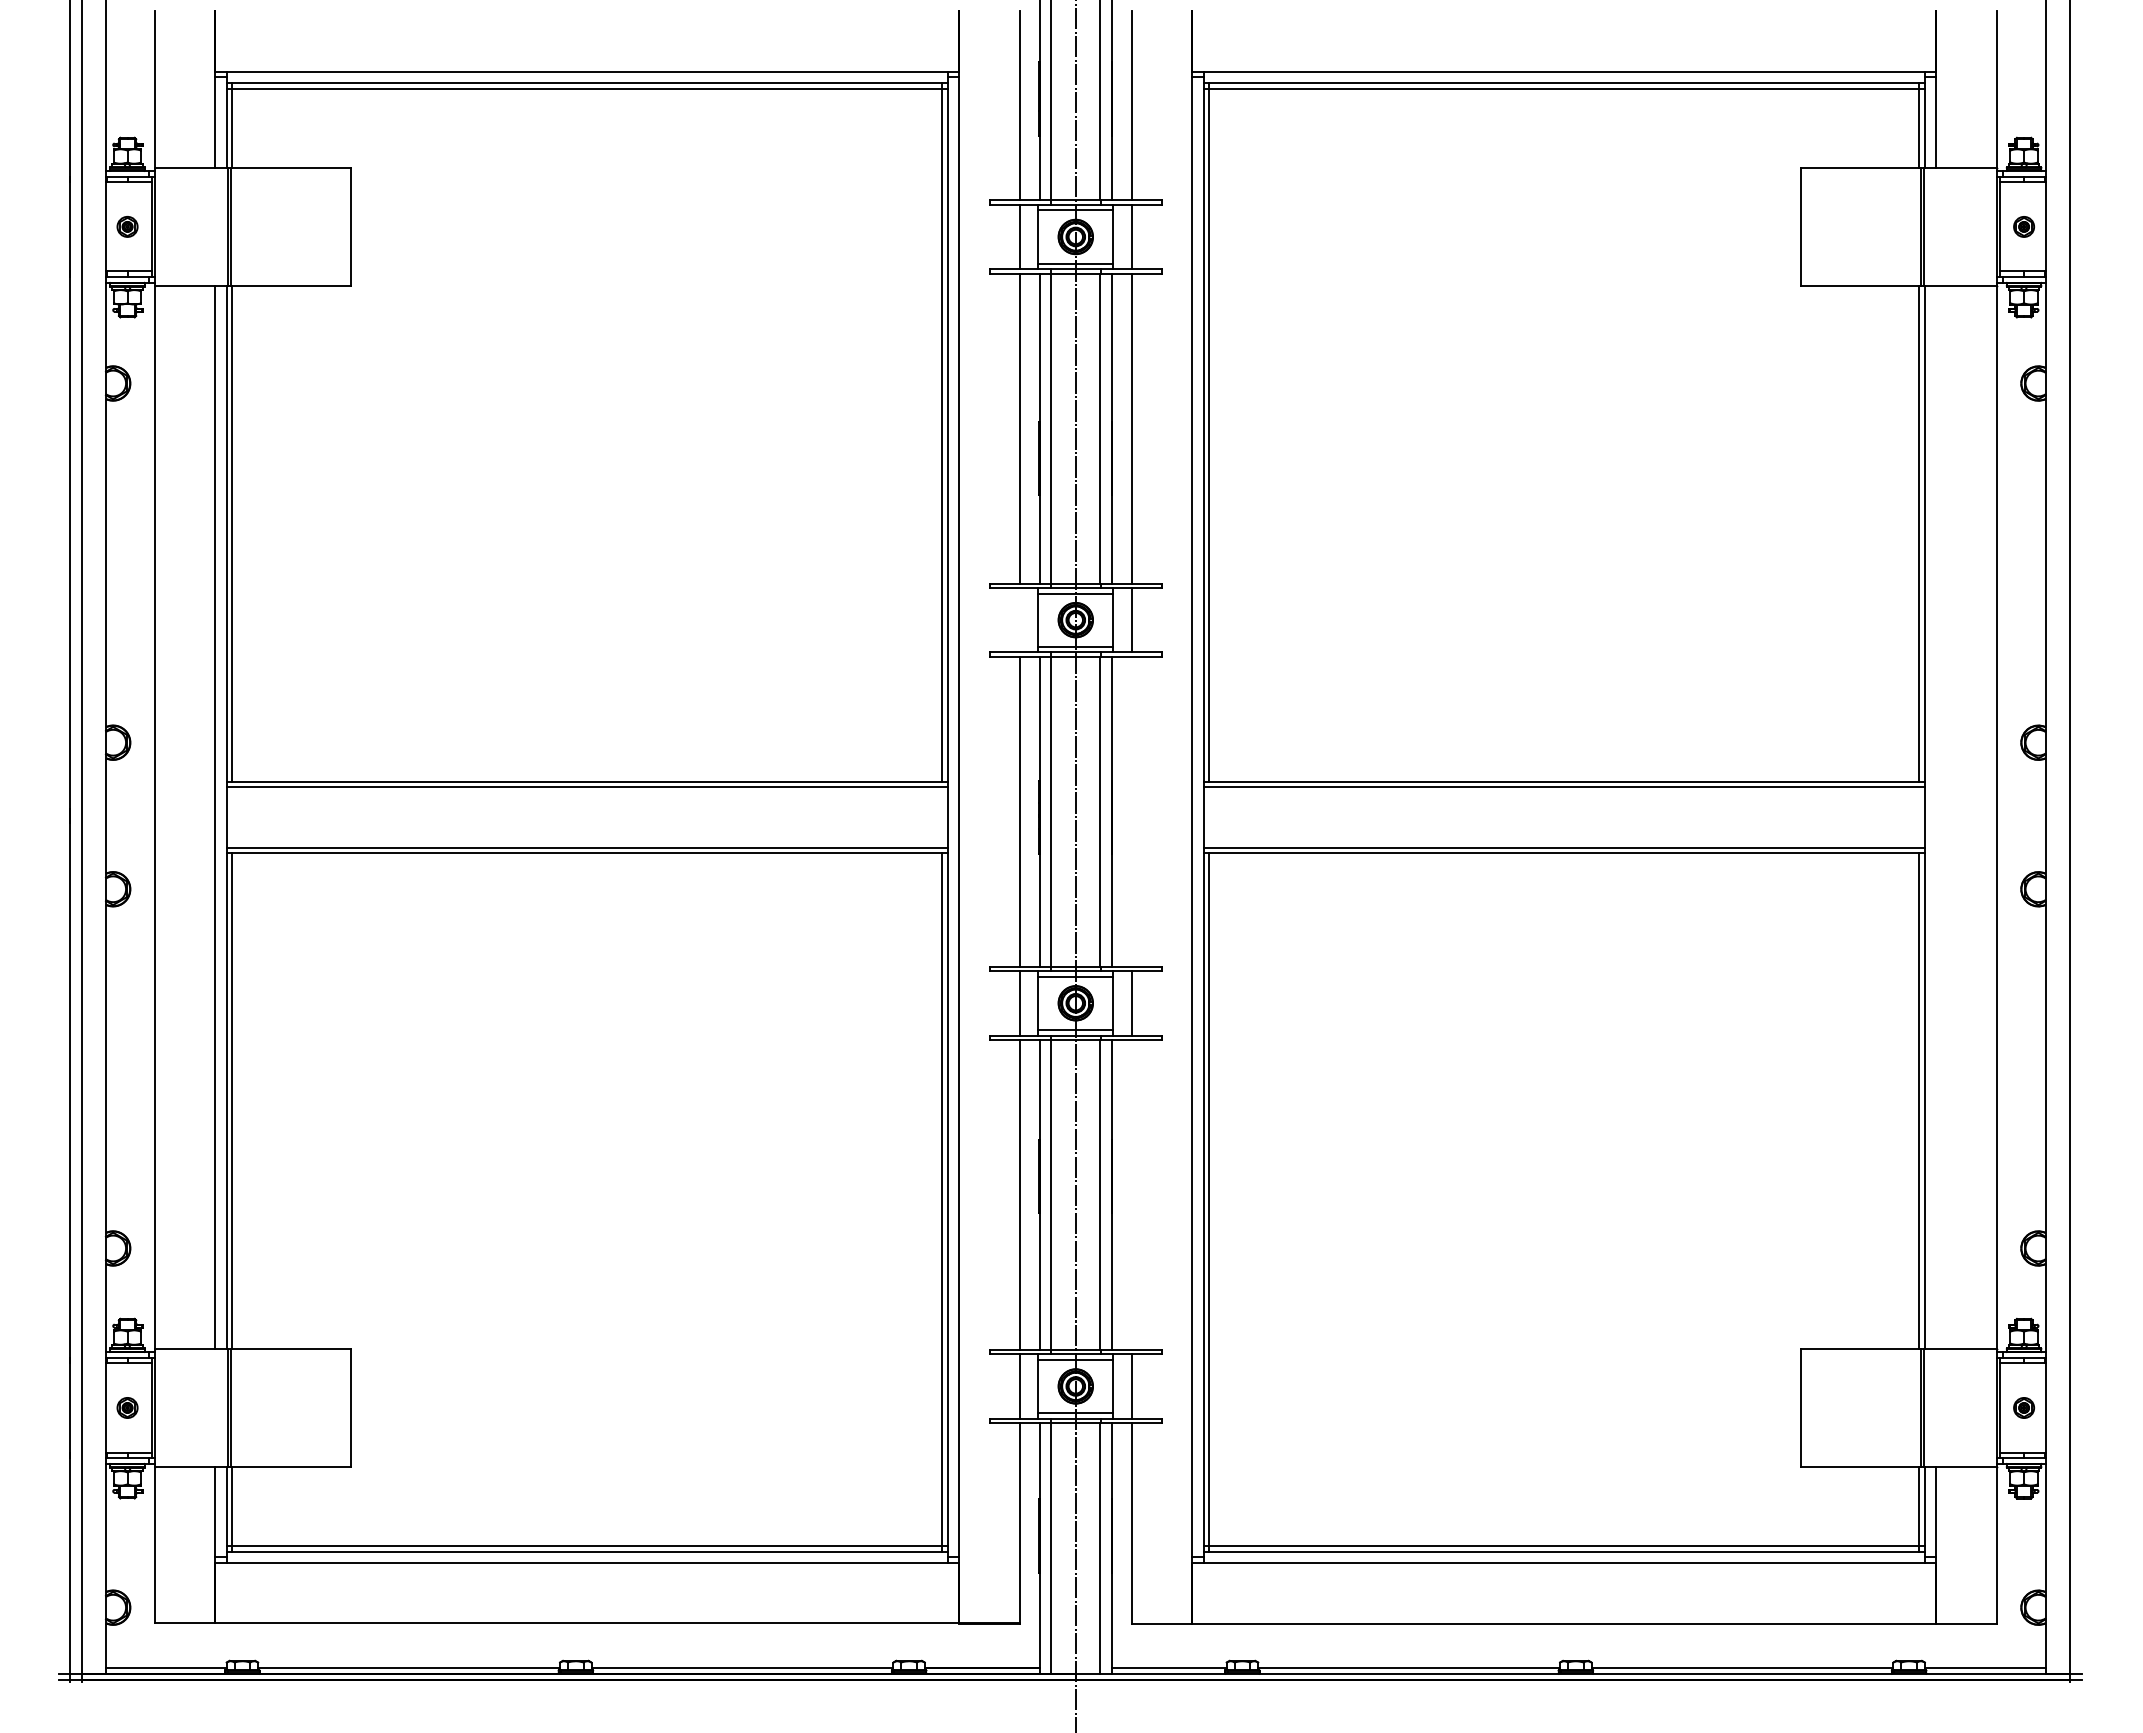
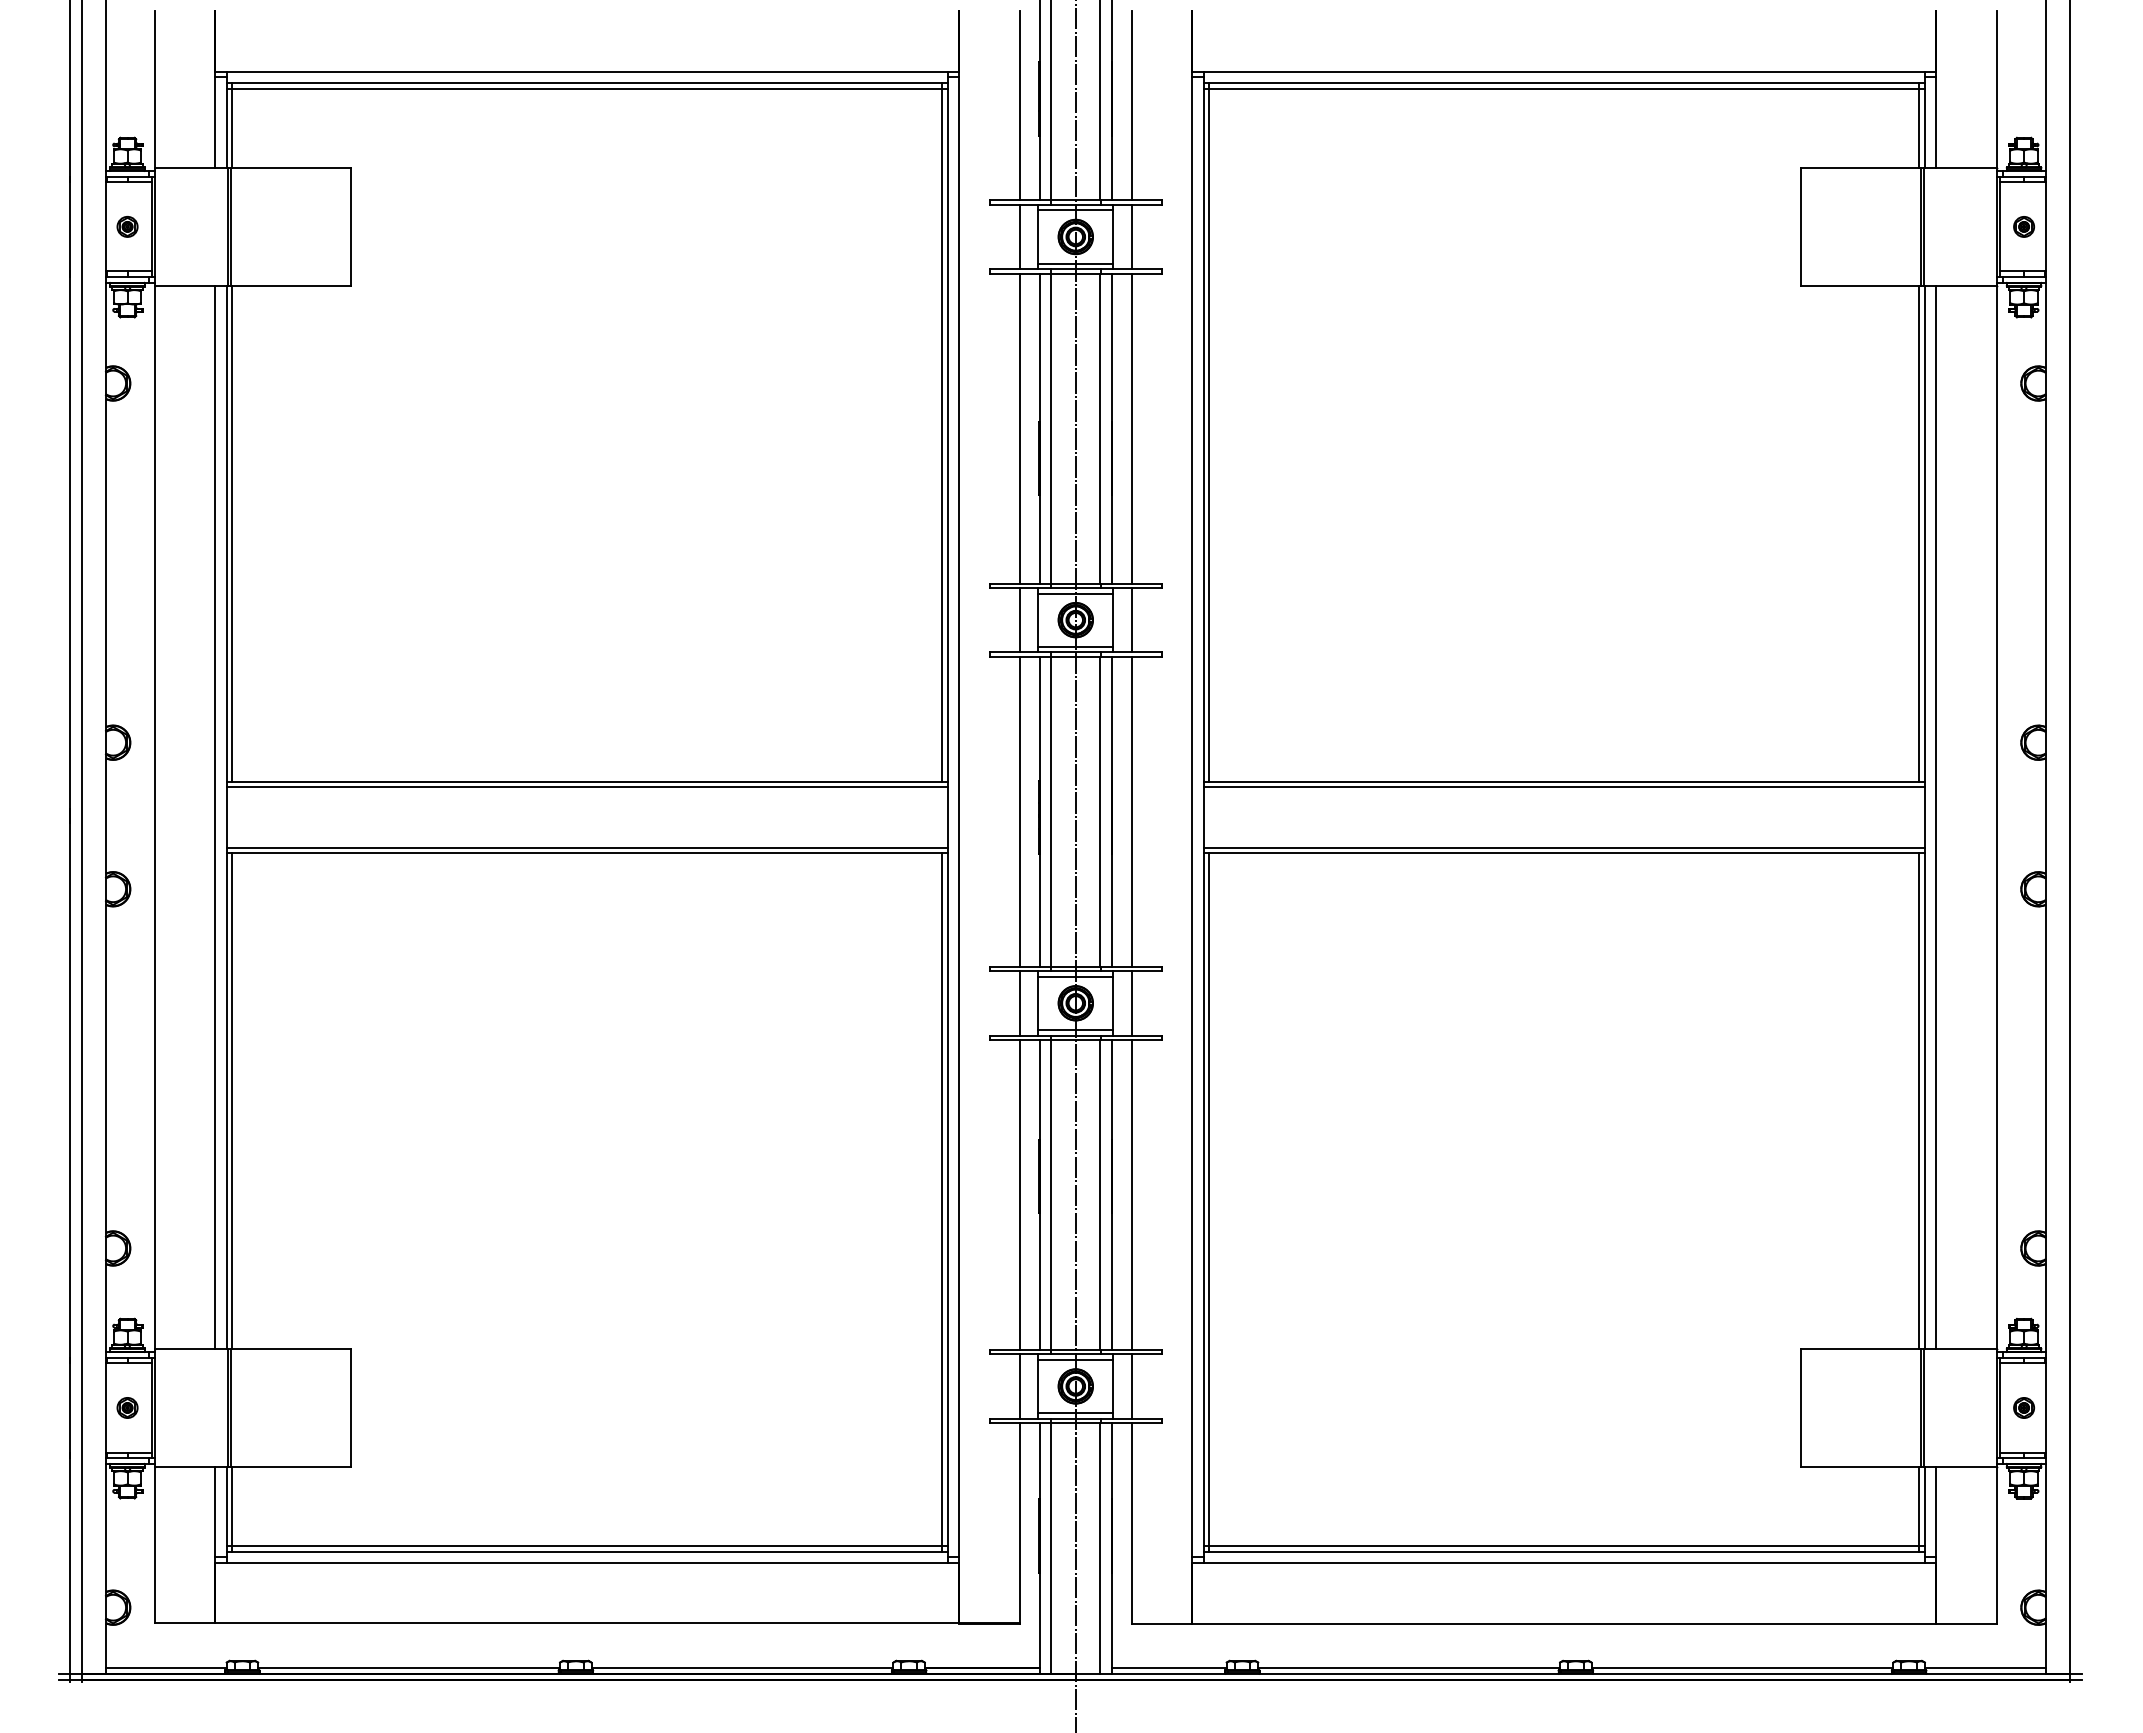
line at (1019, 619): none -> present
line at (1131, 811): none -> present
line at (1936, 817): none -> present
line at (1131, 1194): none -> present
